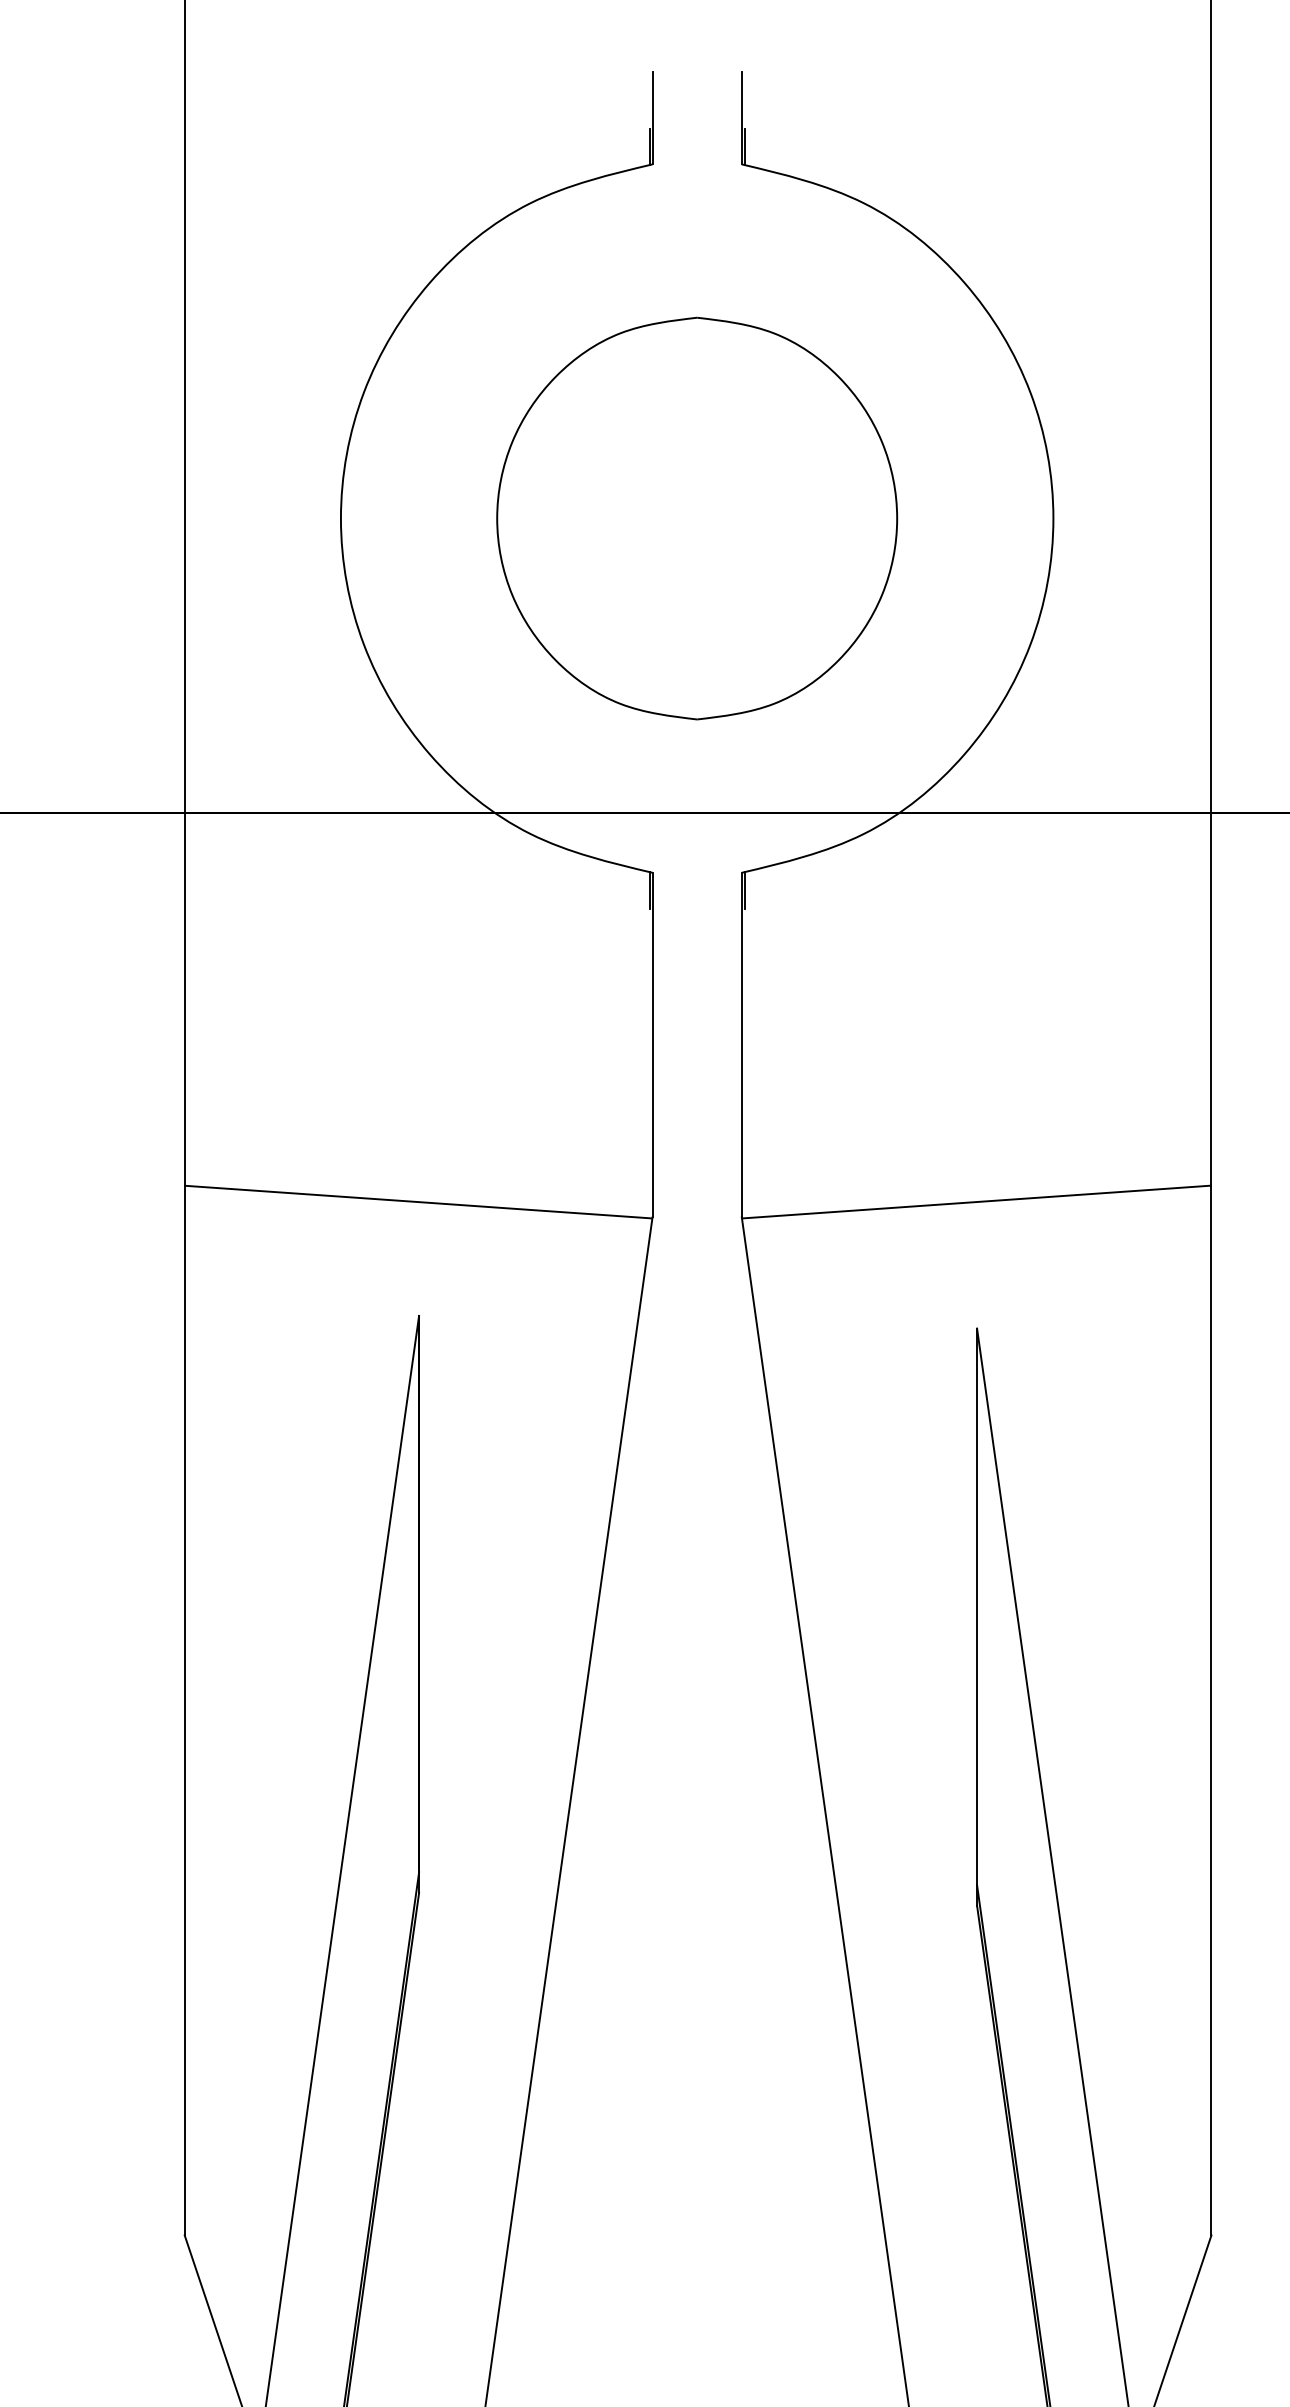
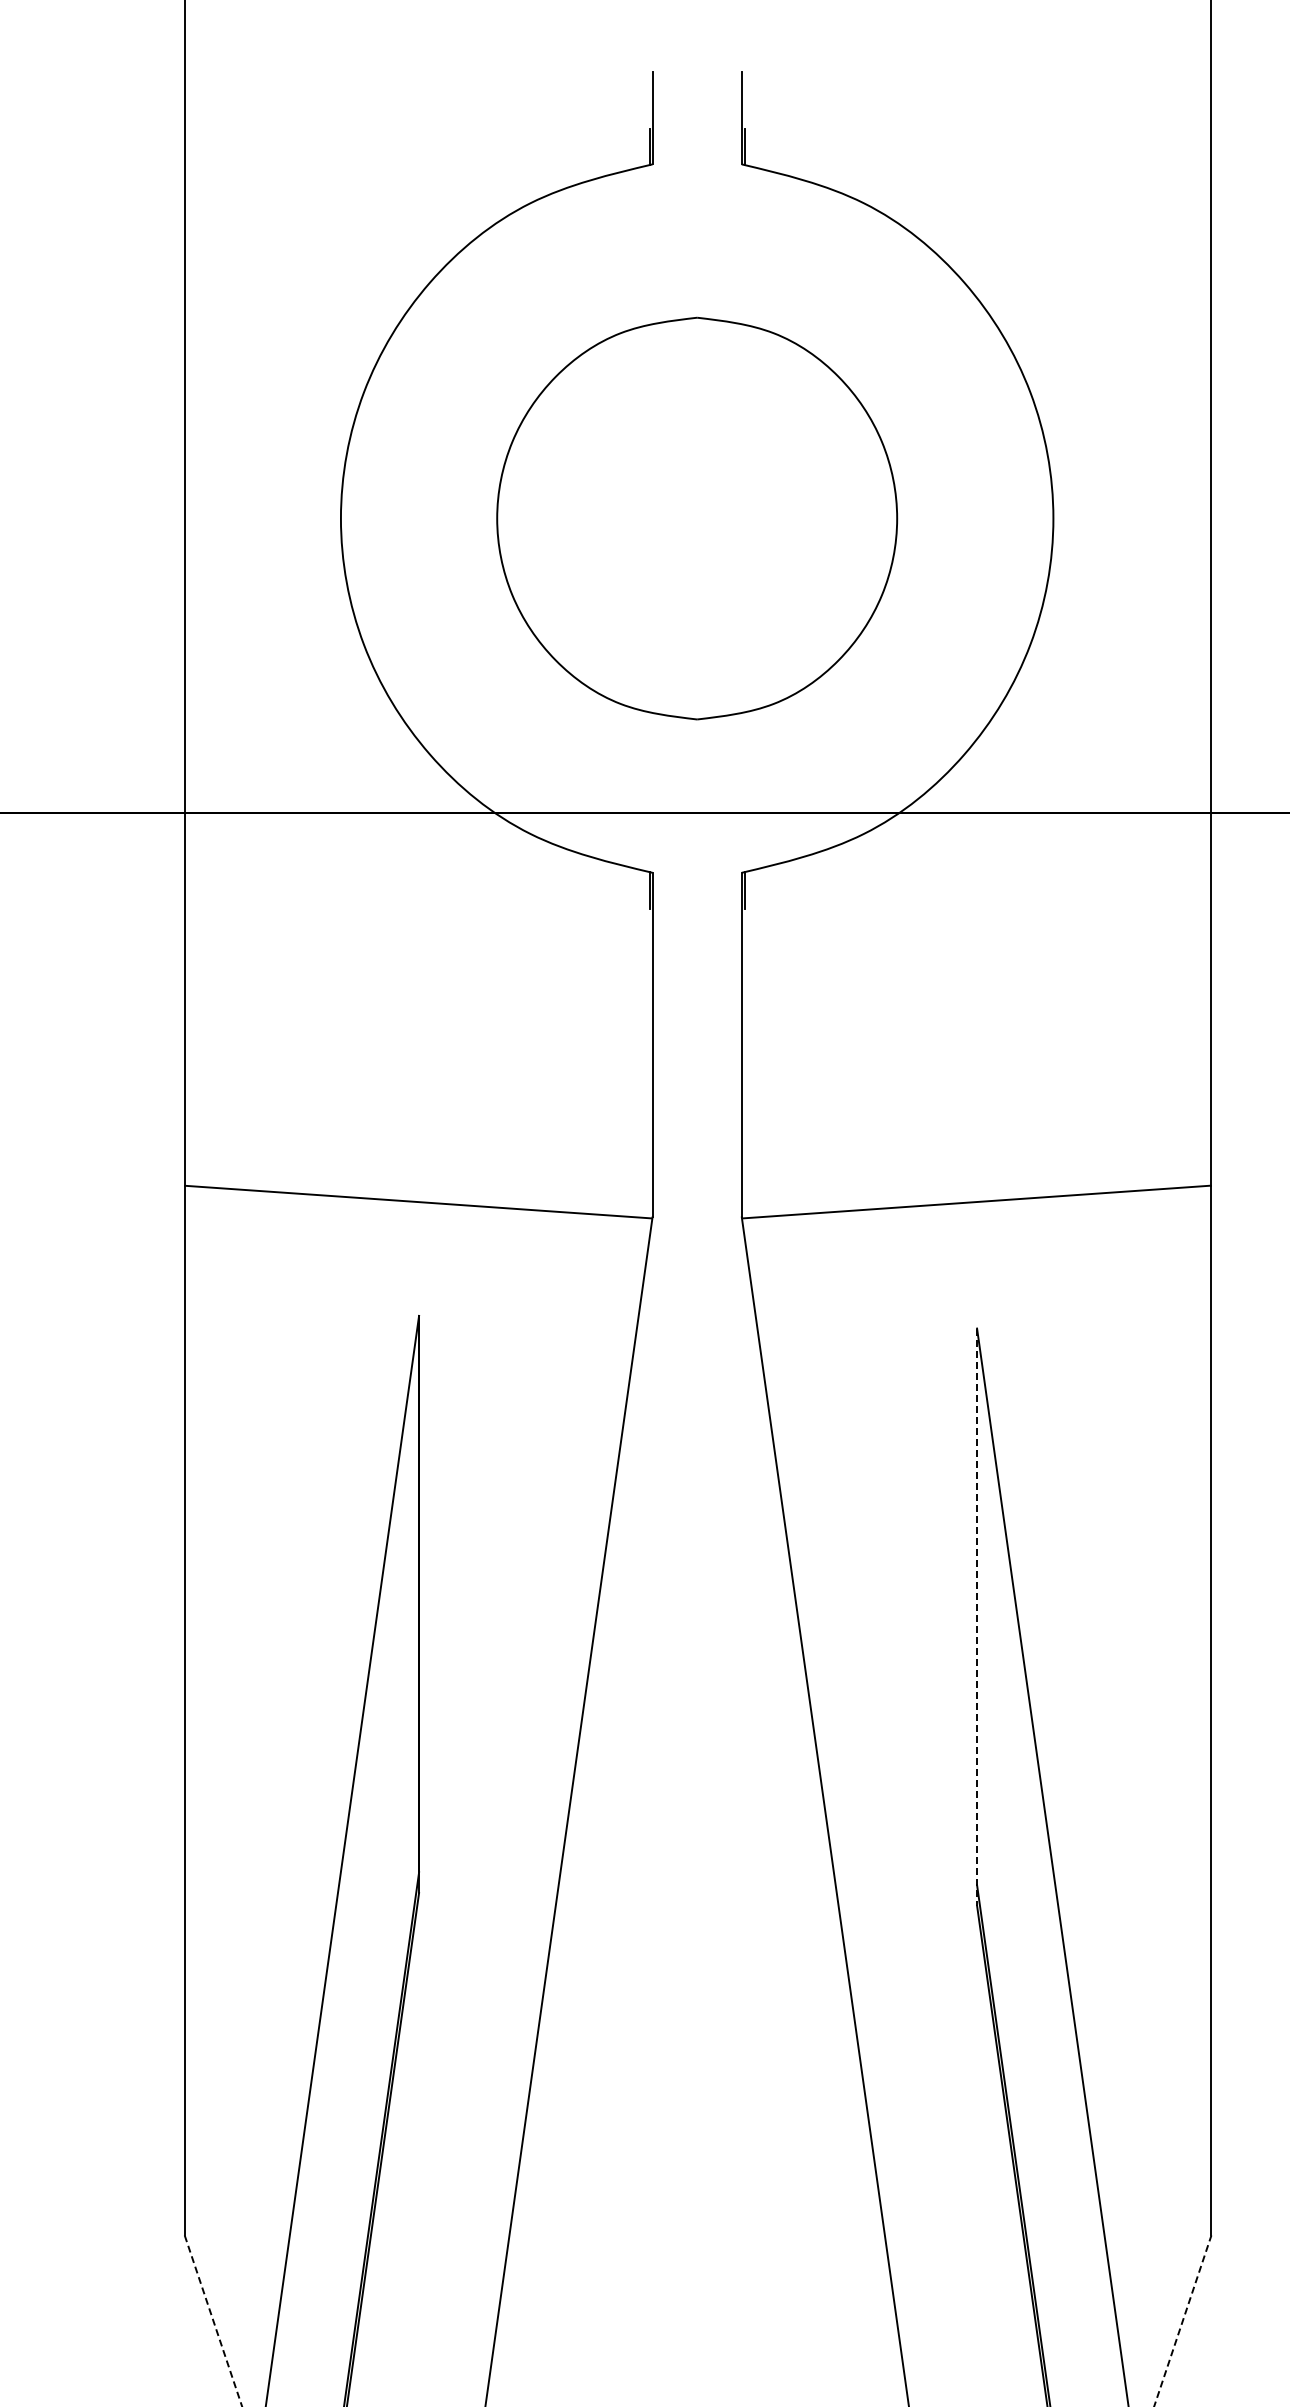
line at (977, 1617): solid -> dashed
line at (1182, 2320): solid -> dashed
line at (213, 2321): solid -> dashed
